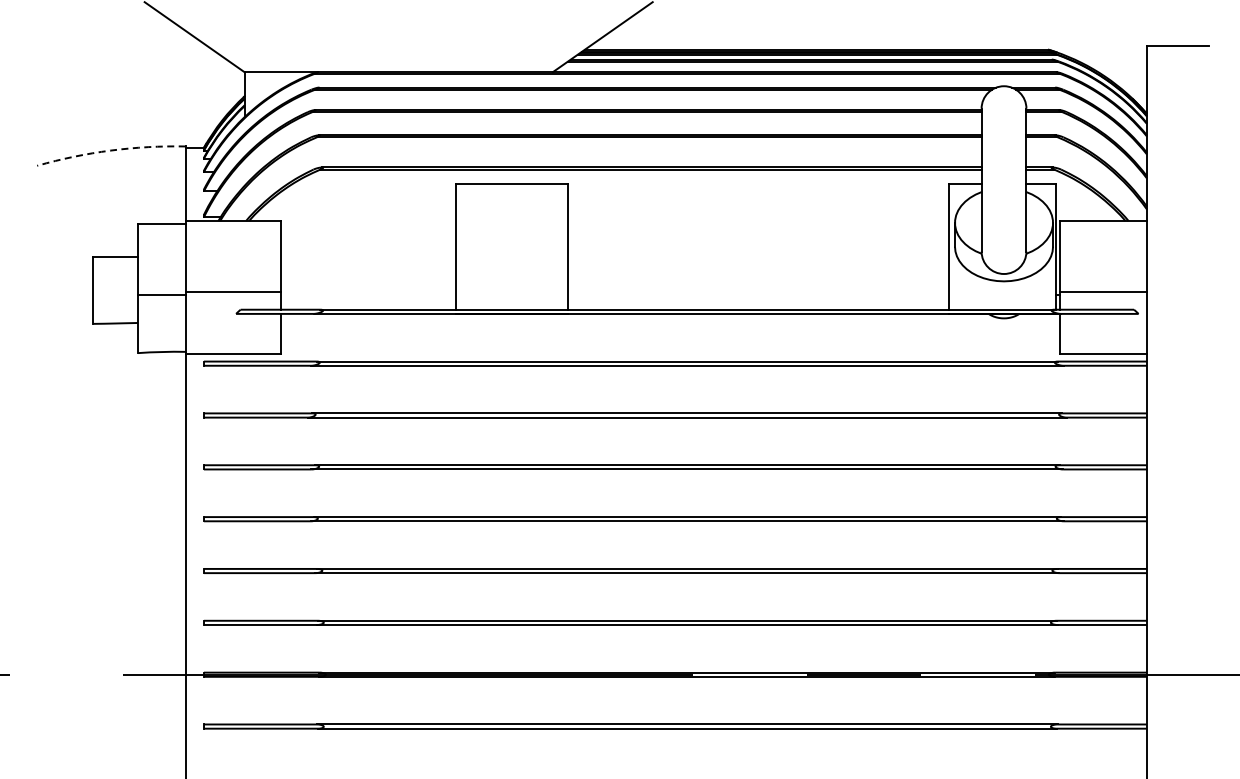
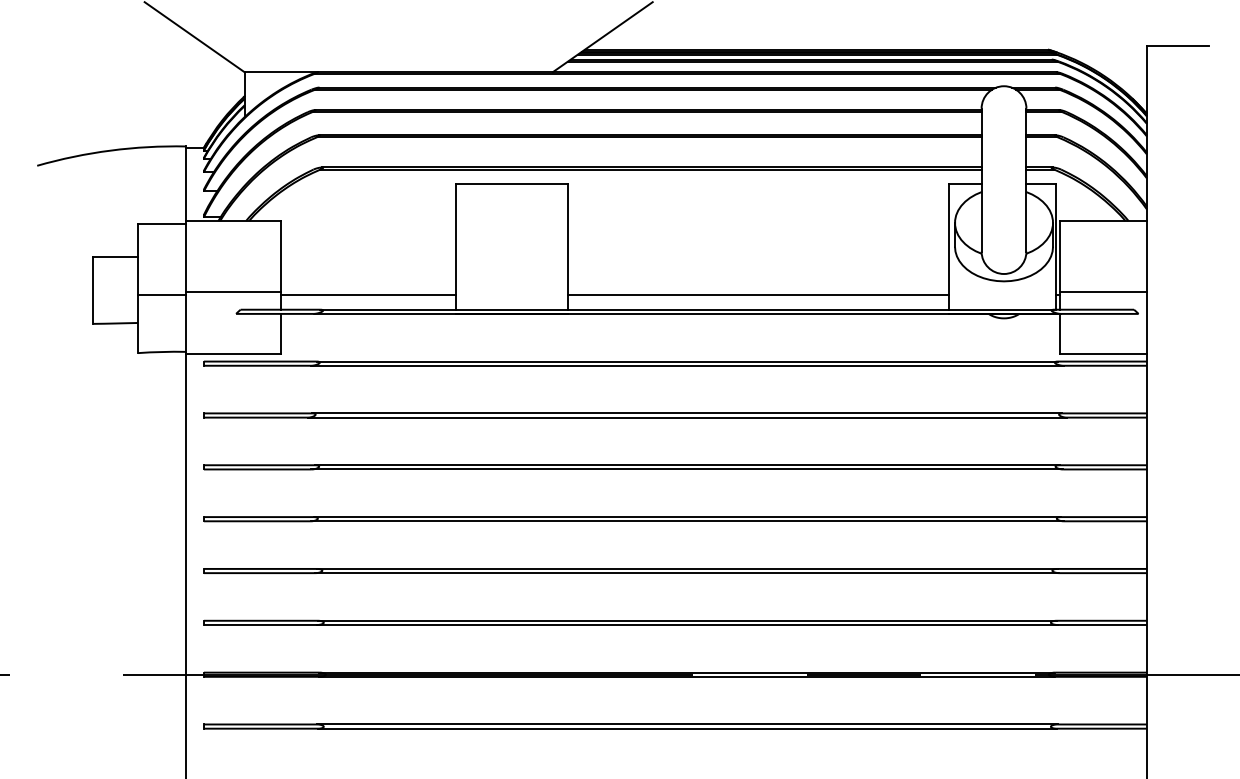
arc at (110, 150): dashed -> solid
line at (368, 294): none -> present
line at (758, 294): none -> present
